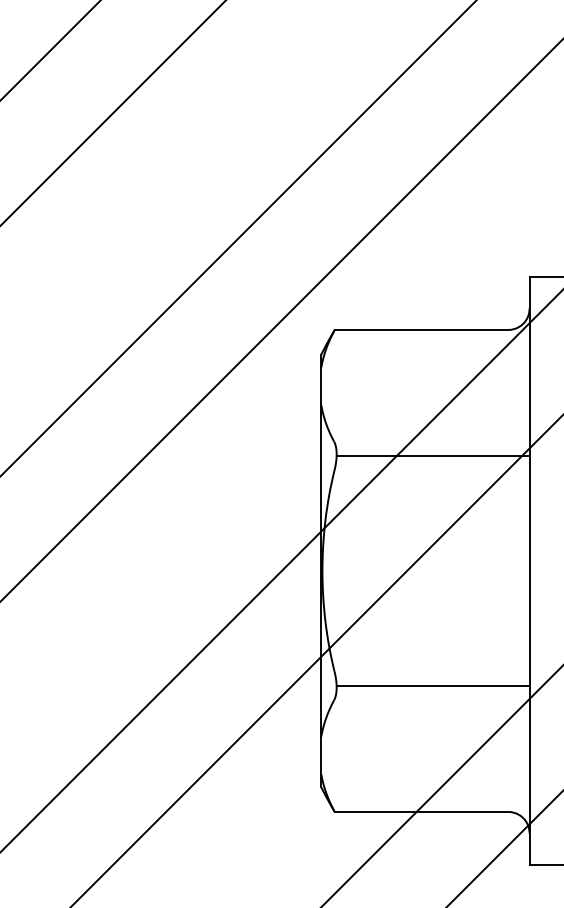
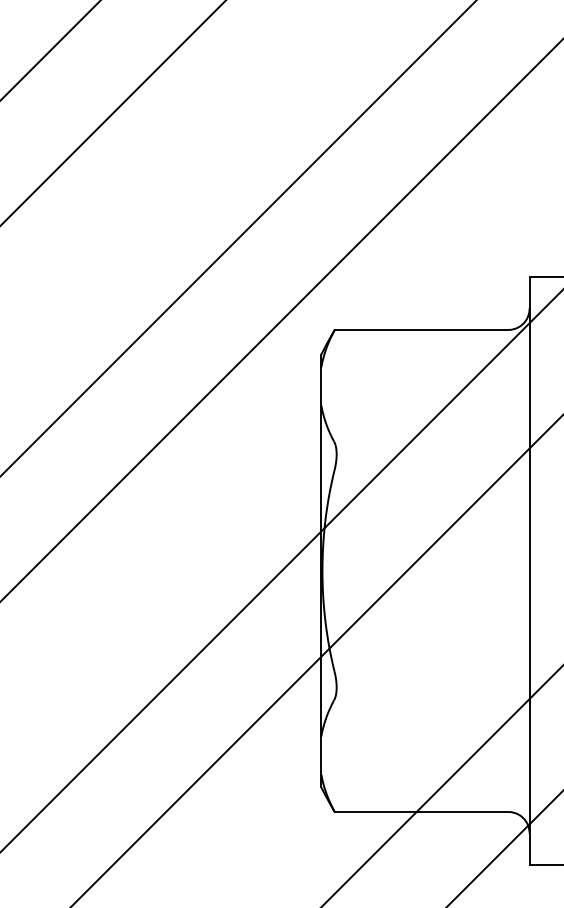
line at (432, 455): present -> none
line at (432, 686): present -> none
